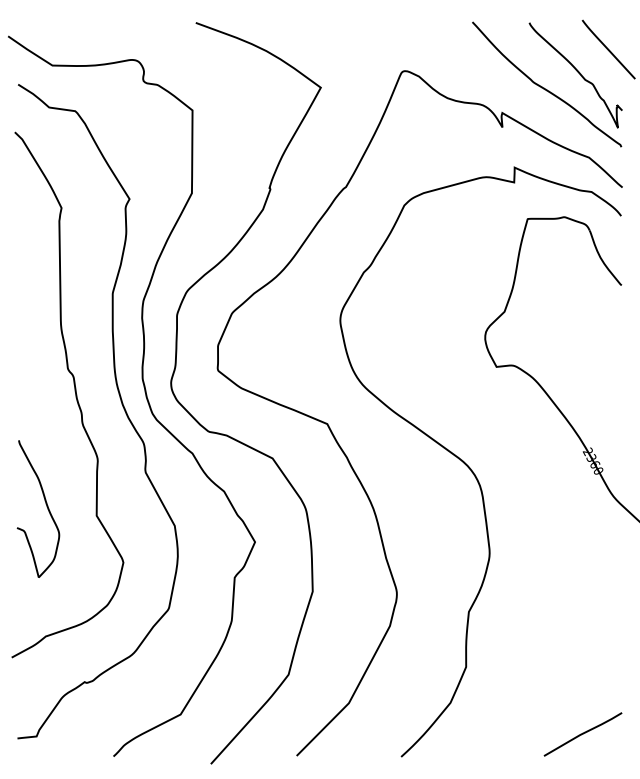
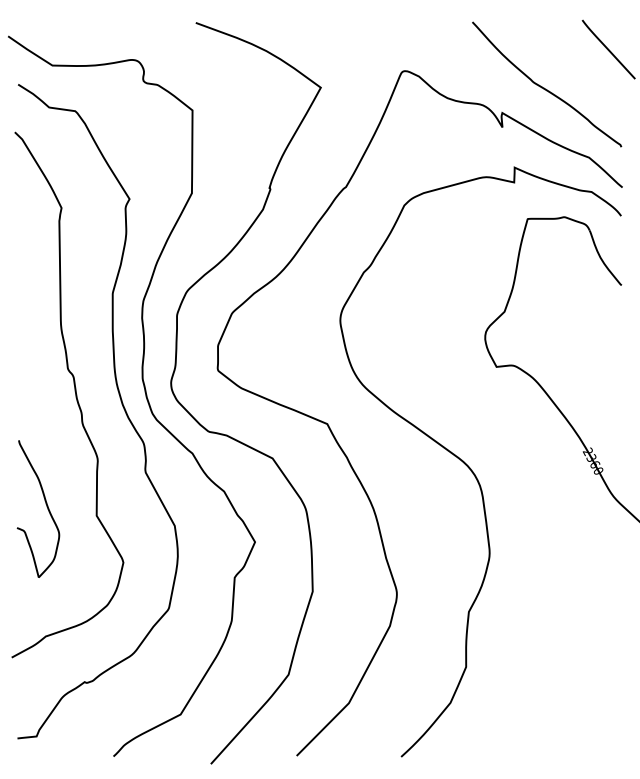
curve at (577, 72): present -> none
line at (582, 734): present -> none
